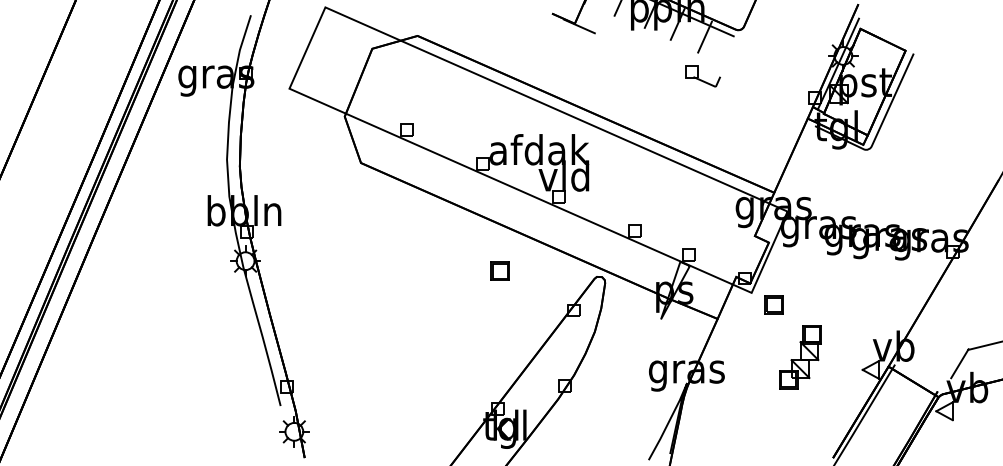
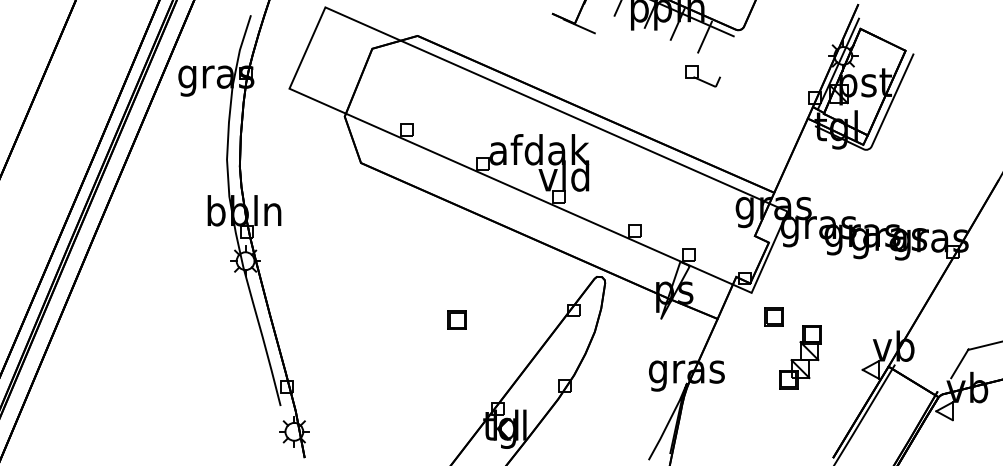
part at (499, 270) position: (499, 270) -> (456, 319)
part at (773, 304) position: (773, 304) -> (773, 316)
